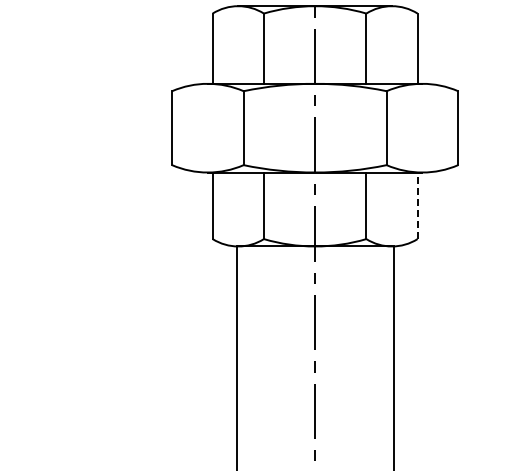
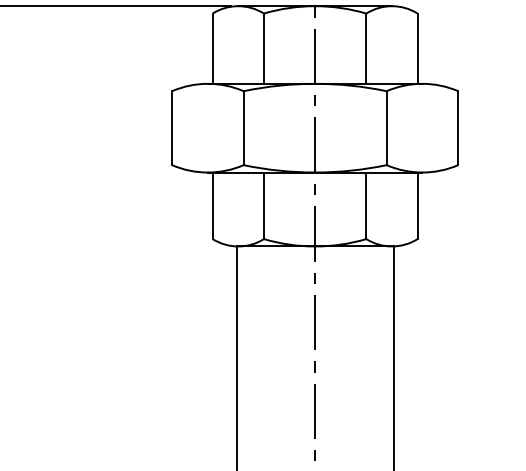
line at (116, 6): none -> present
line at (417, 205): dashed -> solid
